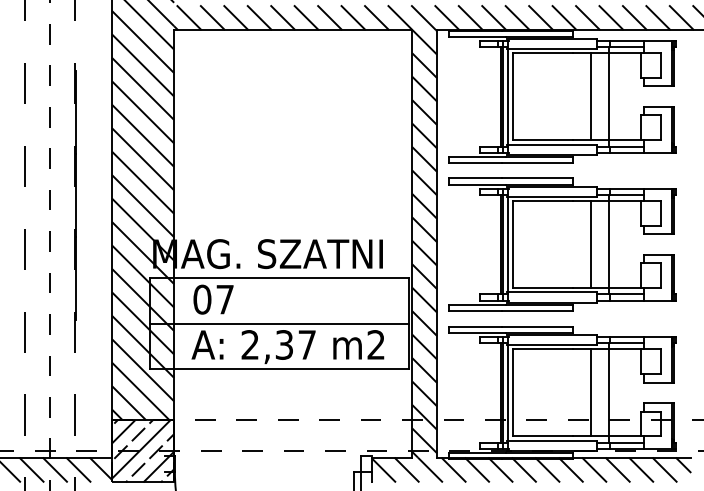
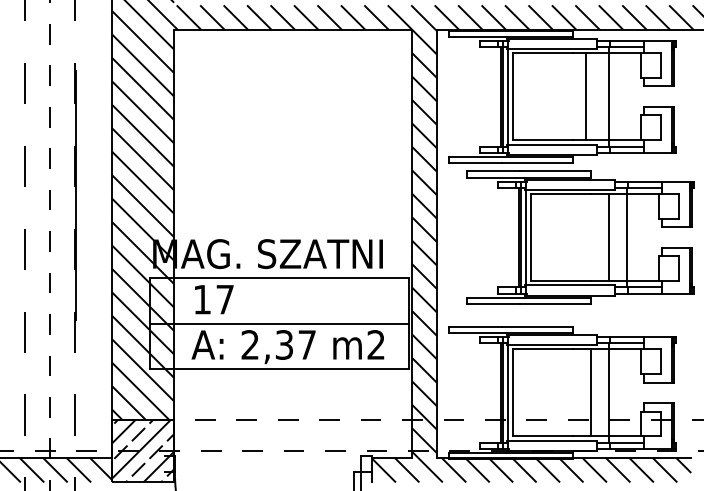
line at (591, 96) position: (591, 96) -> (586, 96)
part at (562, 244) position: (562, 244) -> (580, 237)
text at (202, 299): 07 -> 17
